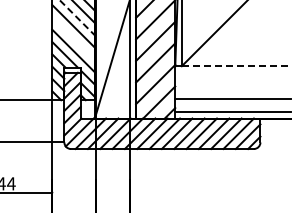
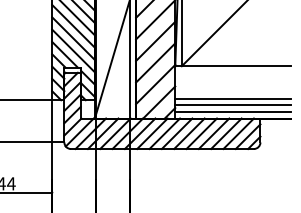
line at (77, 17): dashed -> solid
line at (73, 38): none -> present
line at (236, 66): dashed -> solid
line at (232, 105): none -> present
